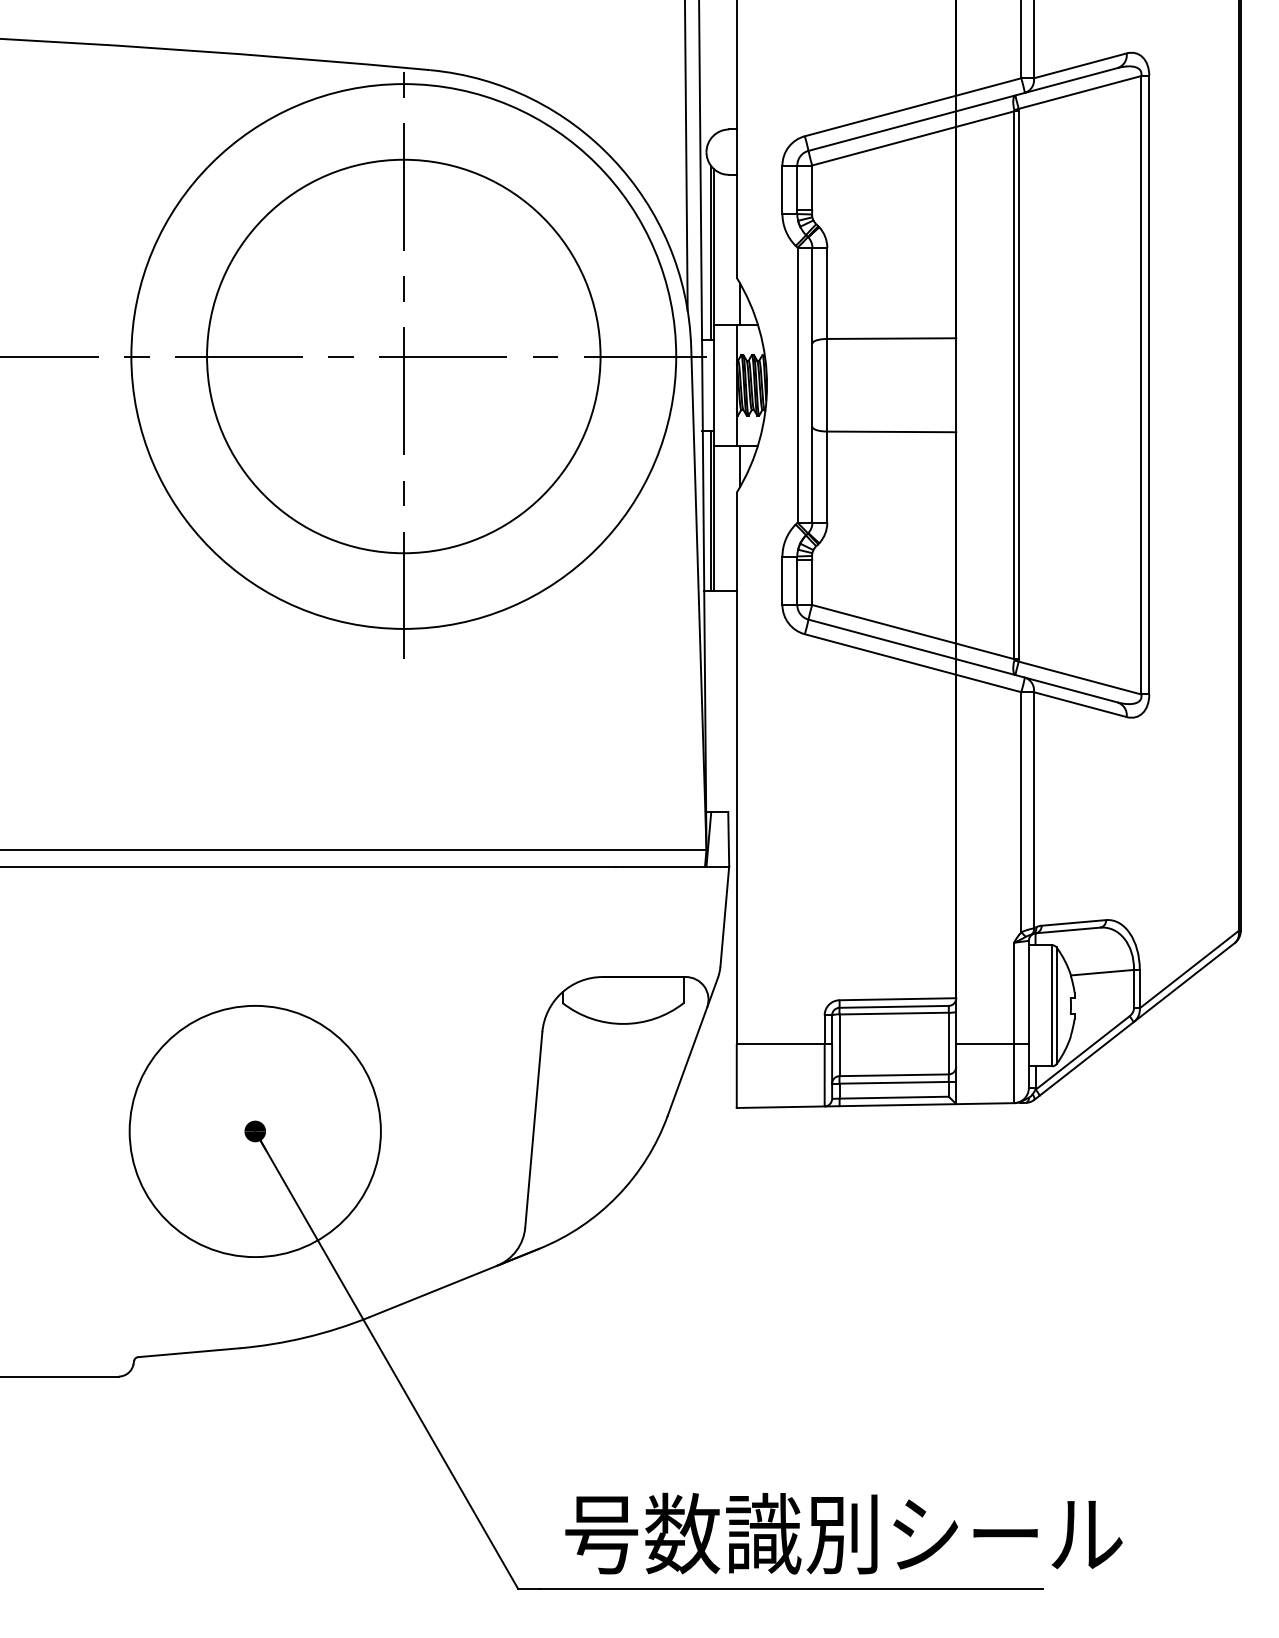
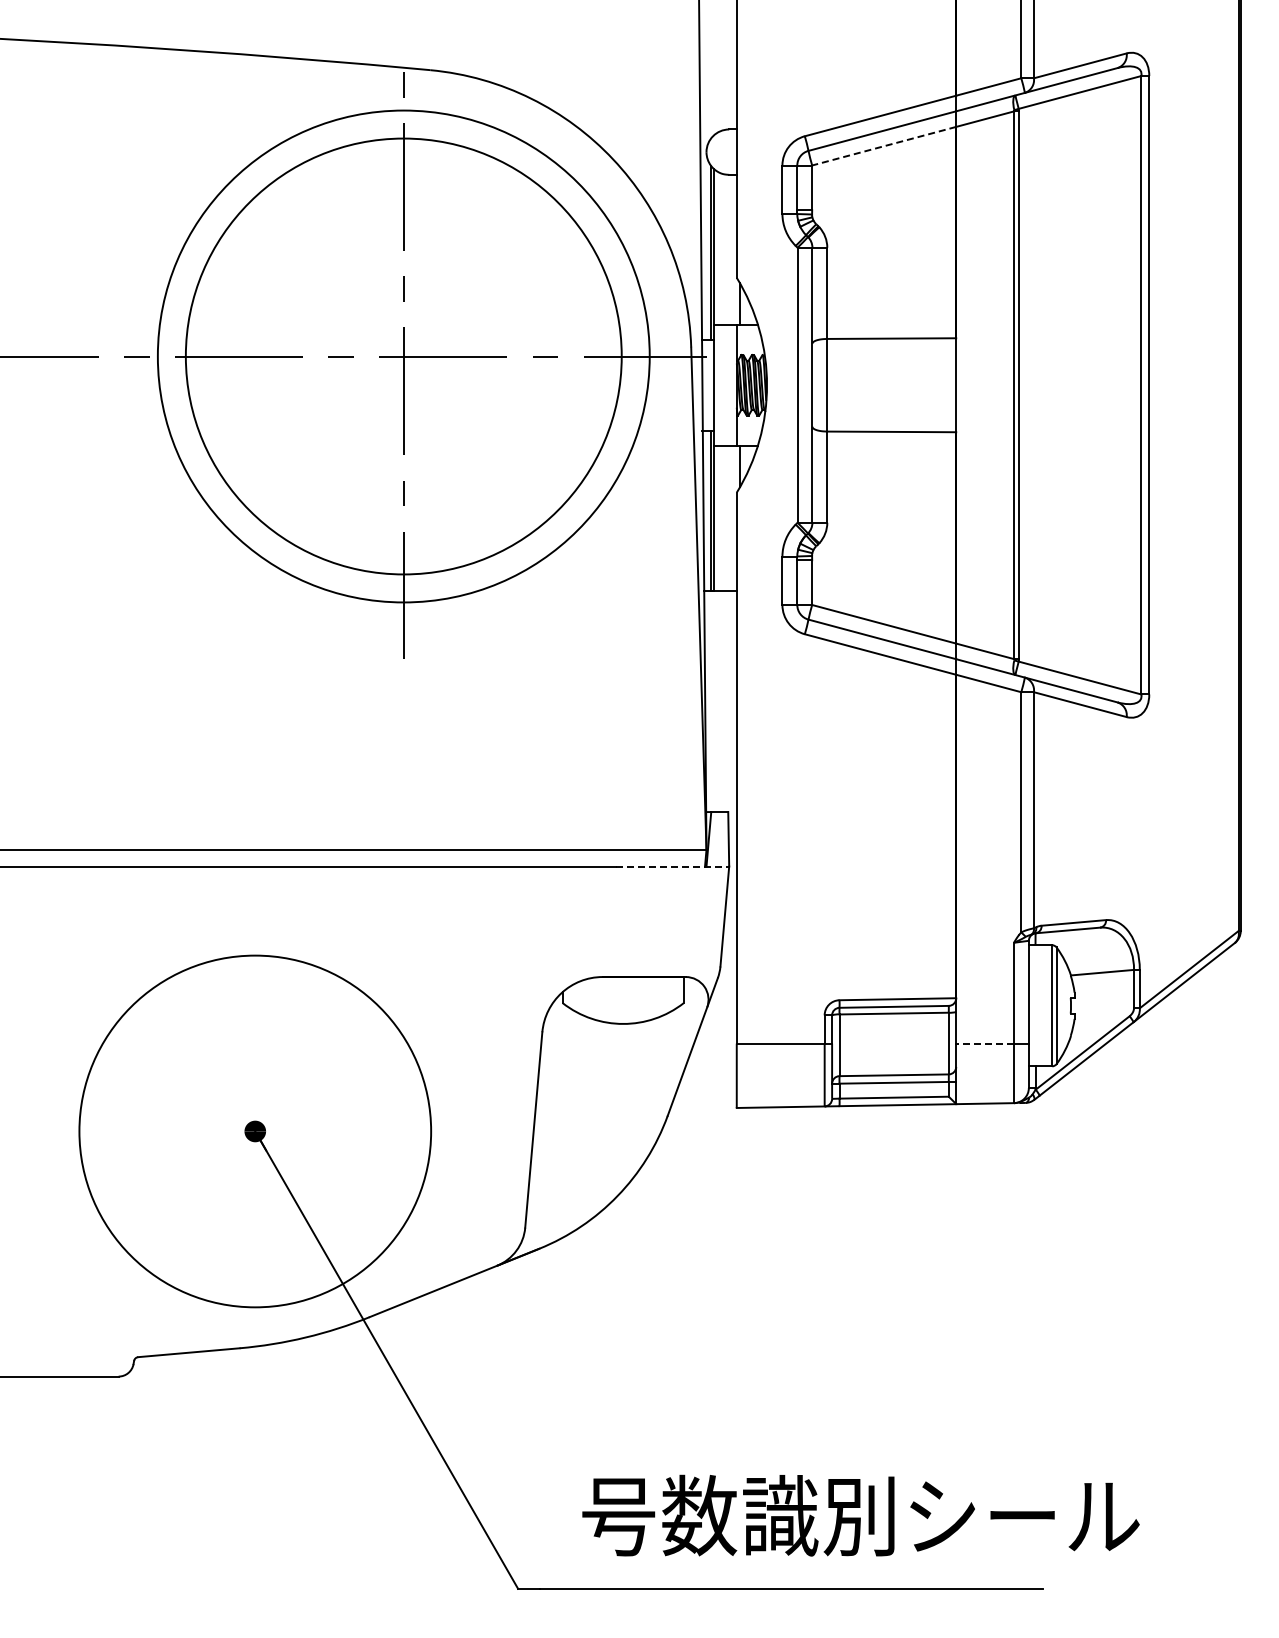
line at (884, 146): solid -> dashed
line at (685, 156): present -> none
circle at (403, 356) diameter: 394 px -> 492 px
circle at (403, 356) diameter: 545 px -> 436 px
line at (672, 866): solid -> dashed
line at (985, 1043): solid -> dashed
circle at (254, 1131) diameter: 251 px -> 352 px
text at (843, 1533) position: (843, 1533) -> (860, 1515)
